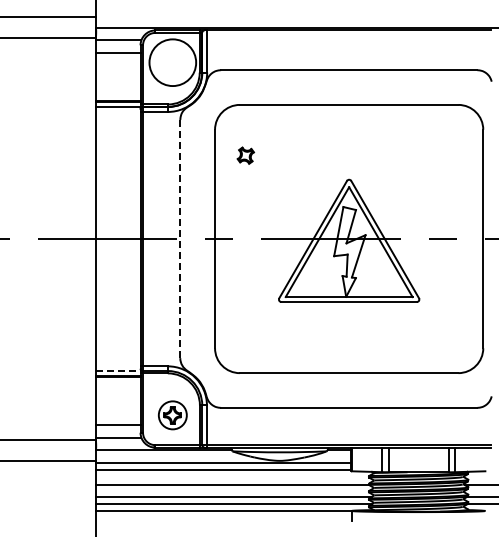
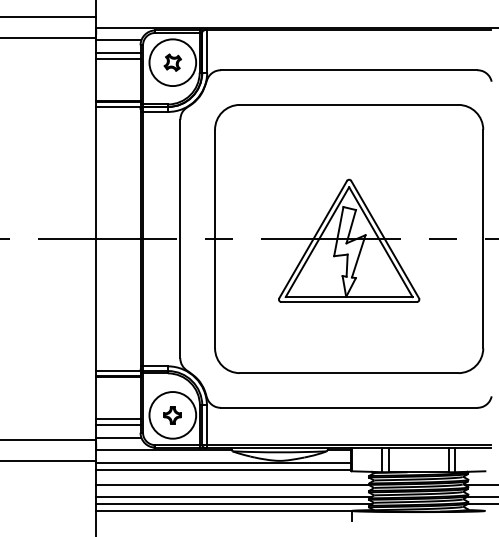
line at (117, 59): none -> present
part at (245, 155) position: (245, 155) -> (172, 62)
line at (180, 239): dashed -> solid
line at (118, 370): dashed -> solid
circle at (172, 415) diameter: 28 px -> 47 px
line at (117, 418): none -> present
